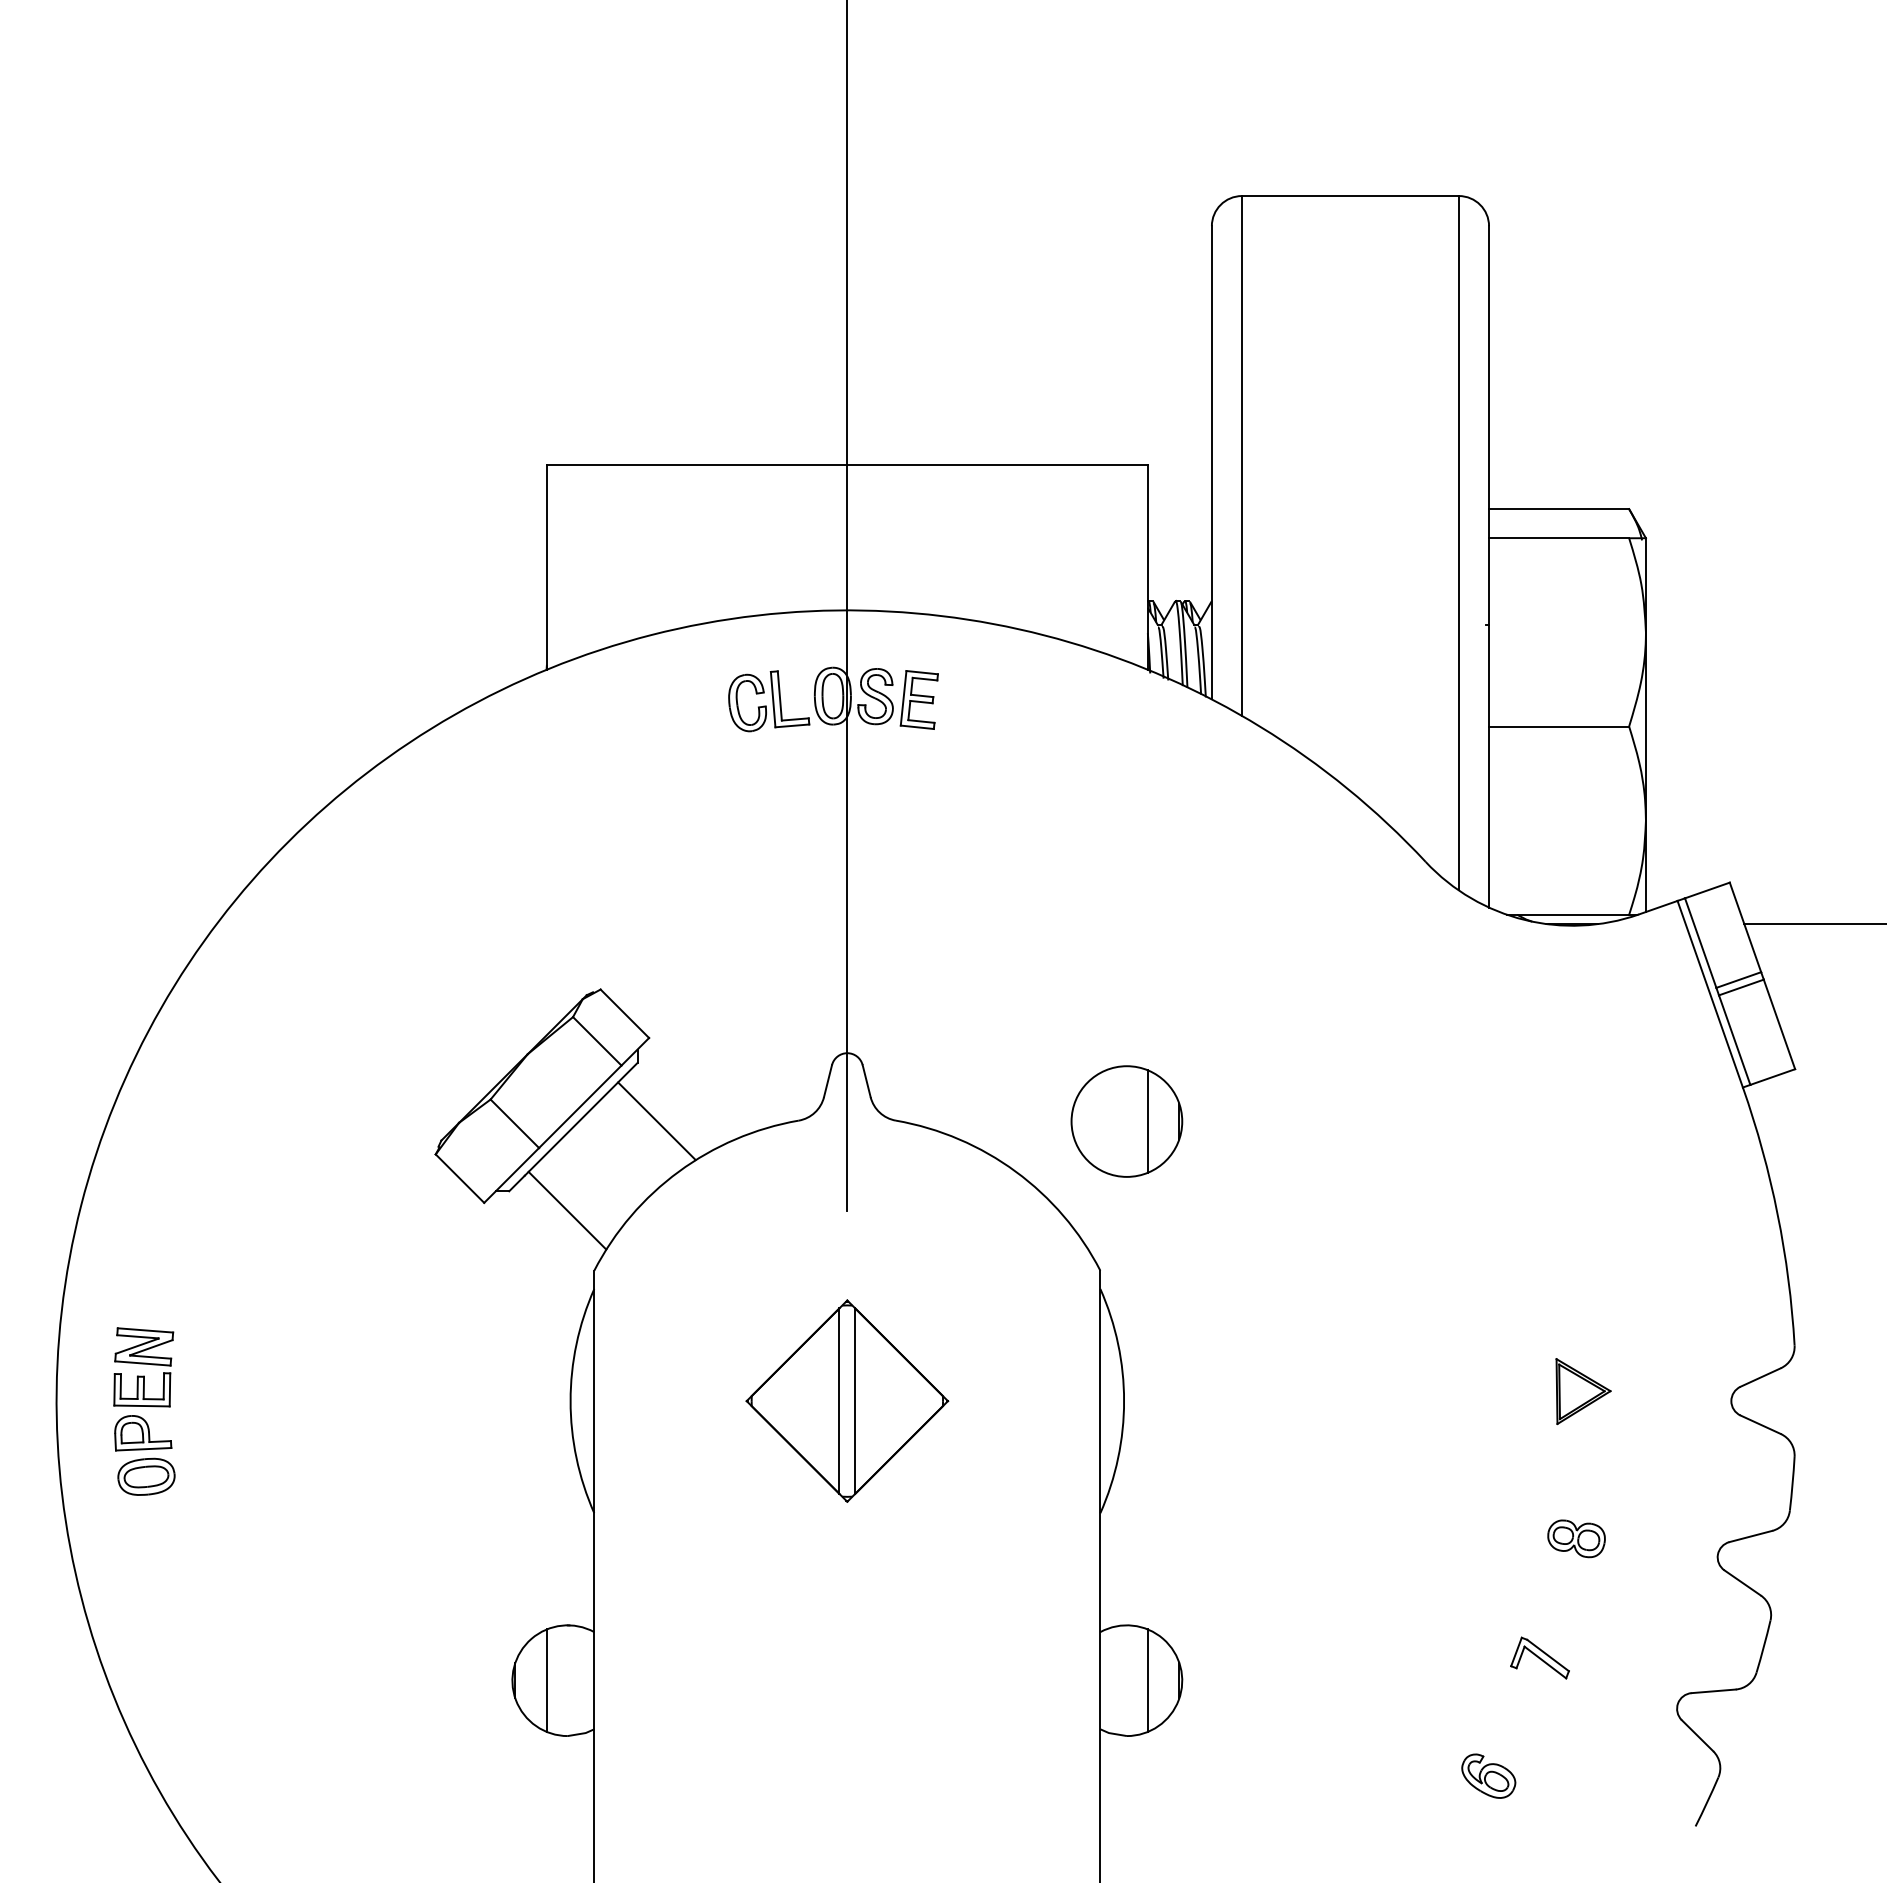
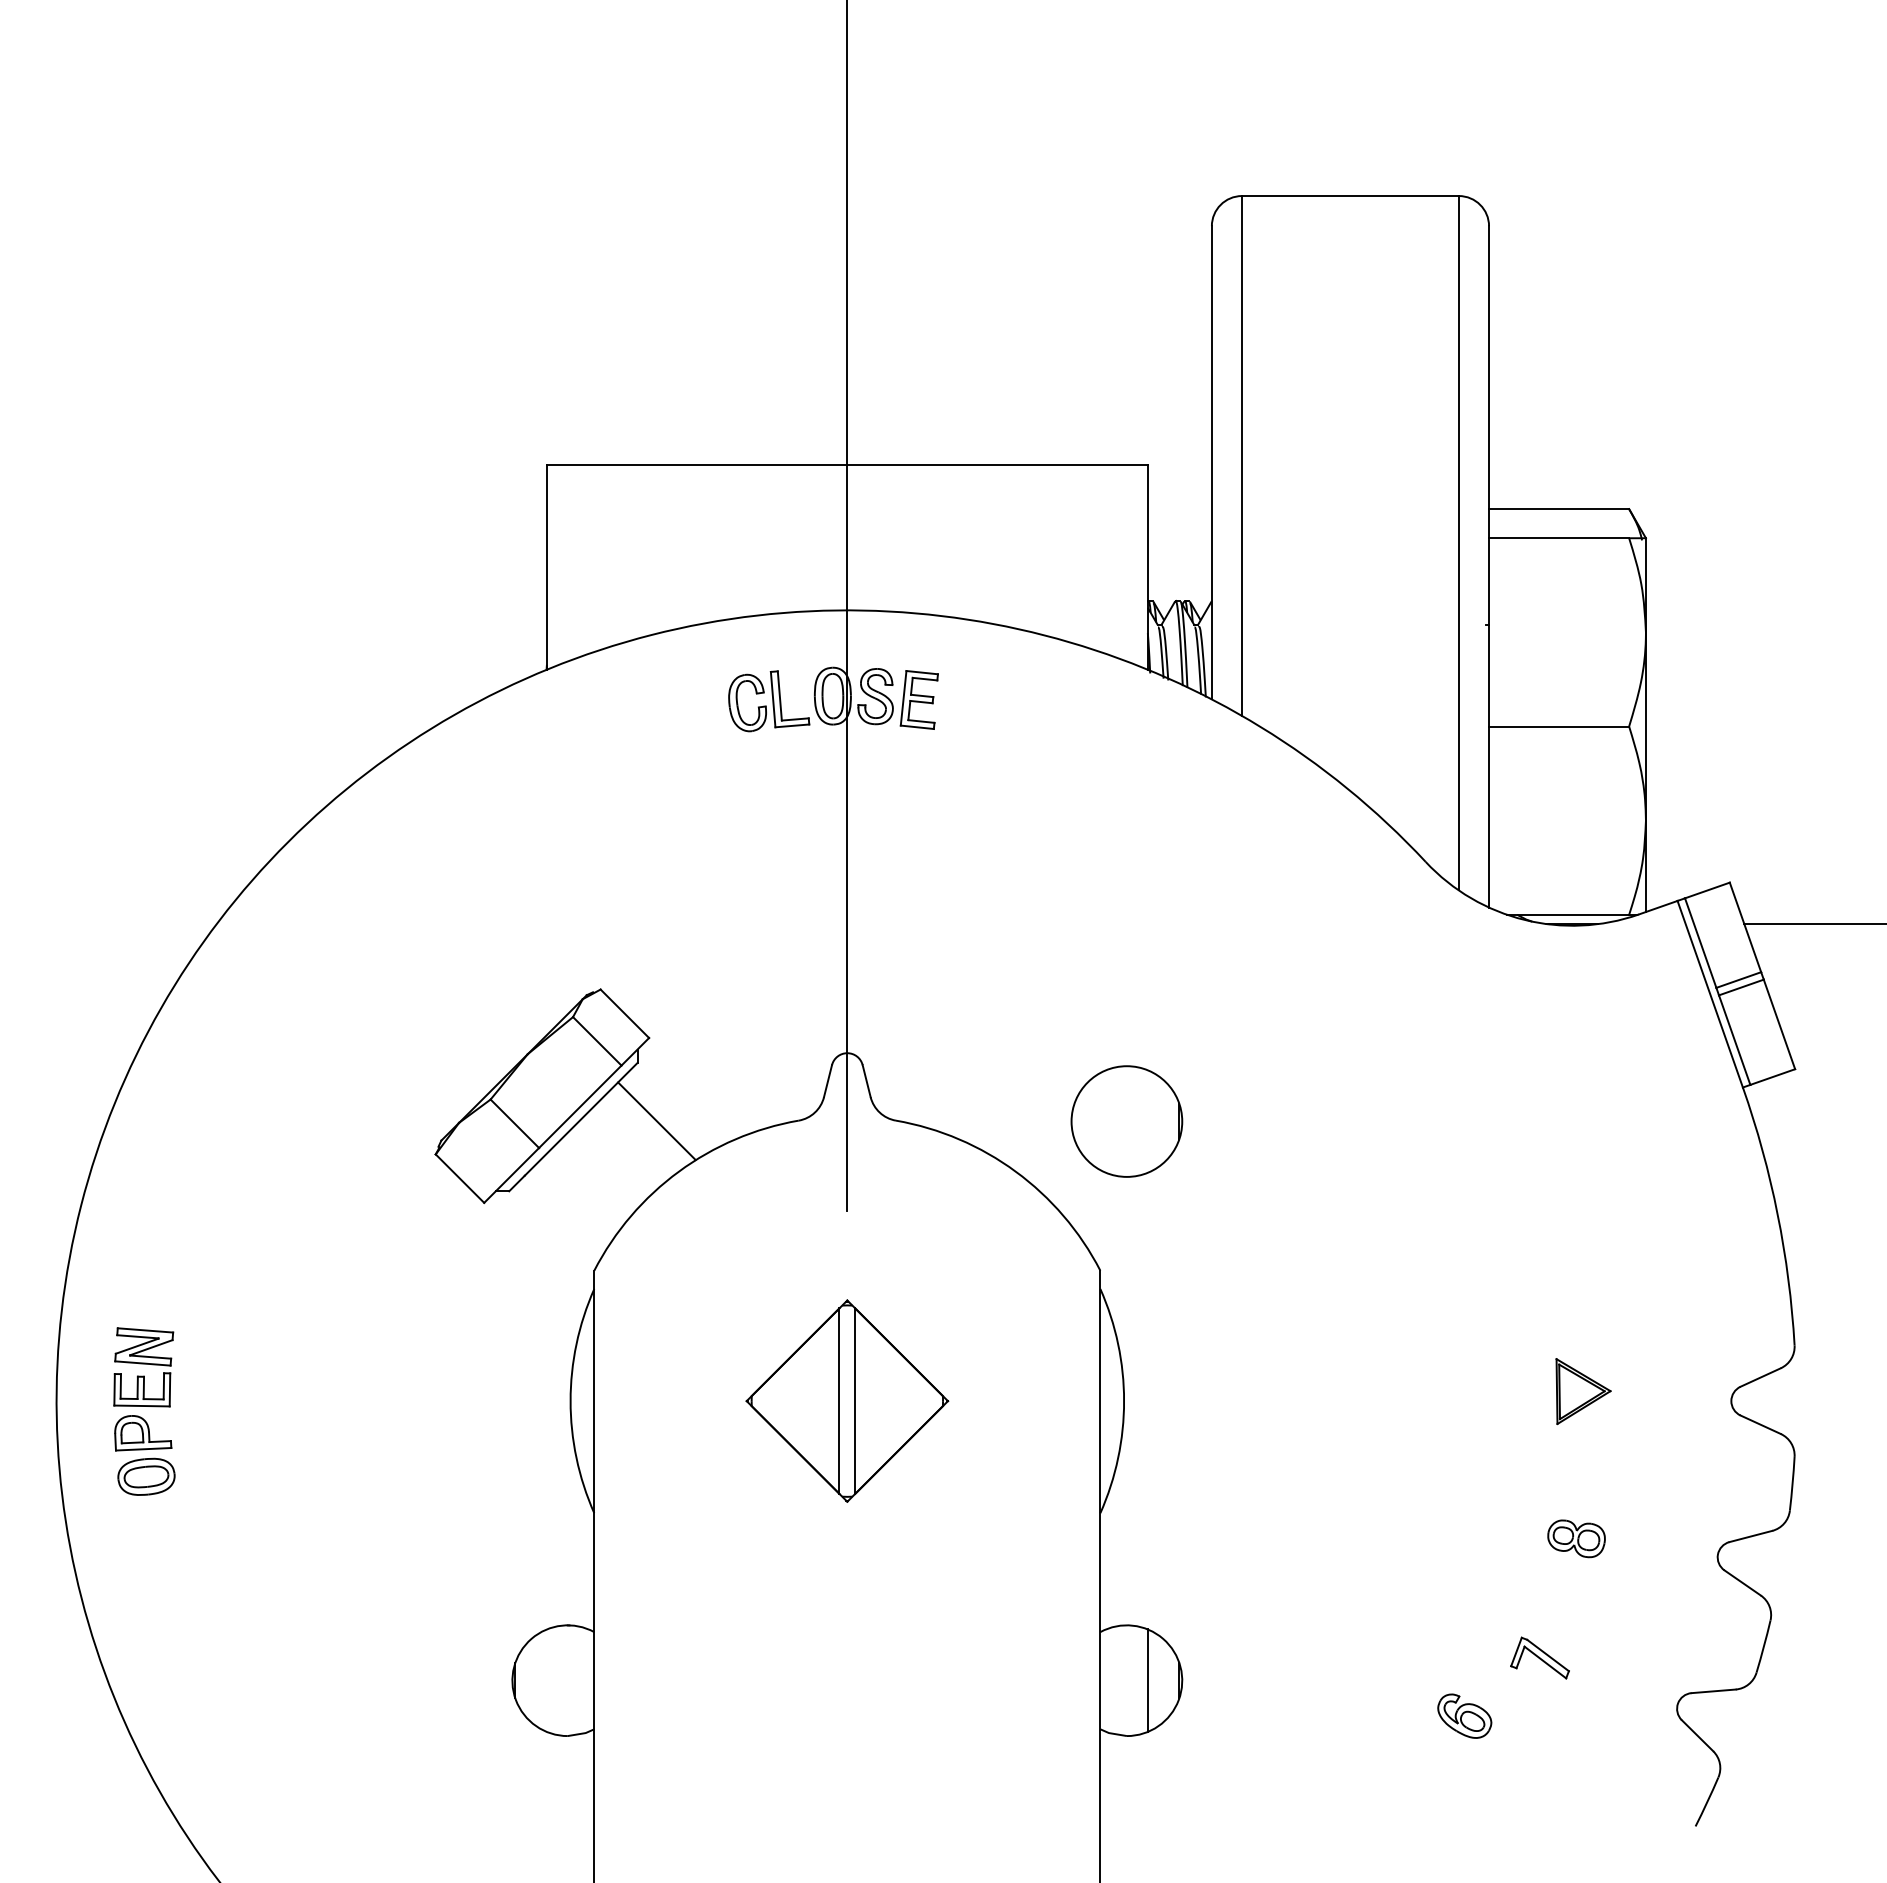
line at (1147, 1121): present -> none
line at (567, 1210): present -> none
line at (546, 1680): present -> none
part at (1488, 1775) position: (1488, 1775) -> (1464, 1715)
